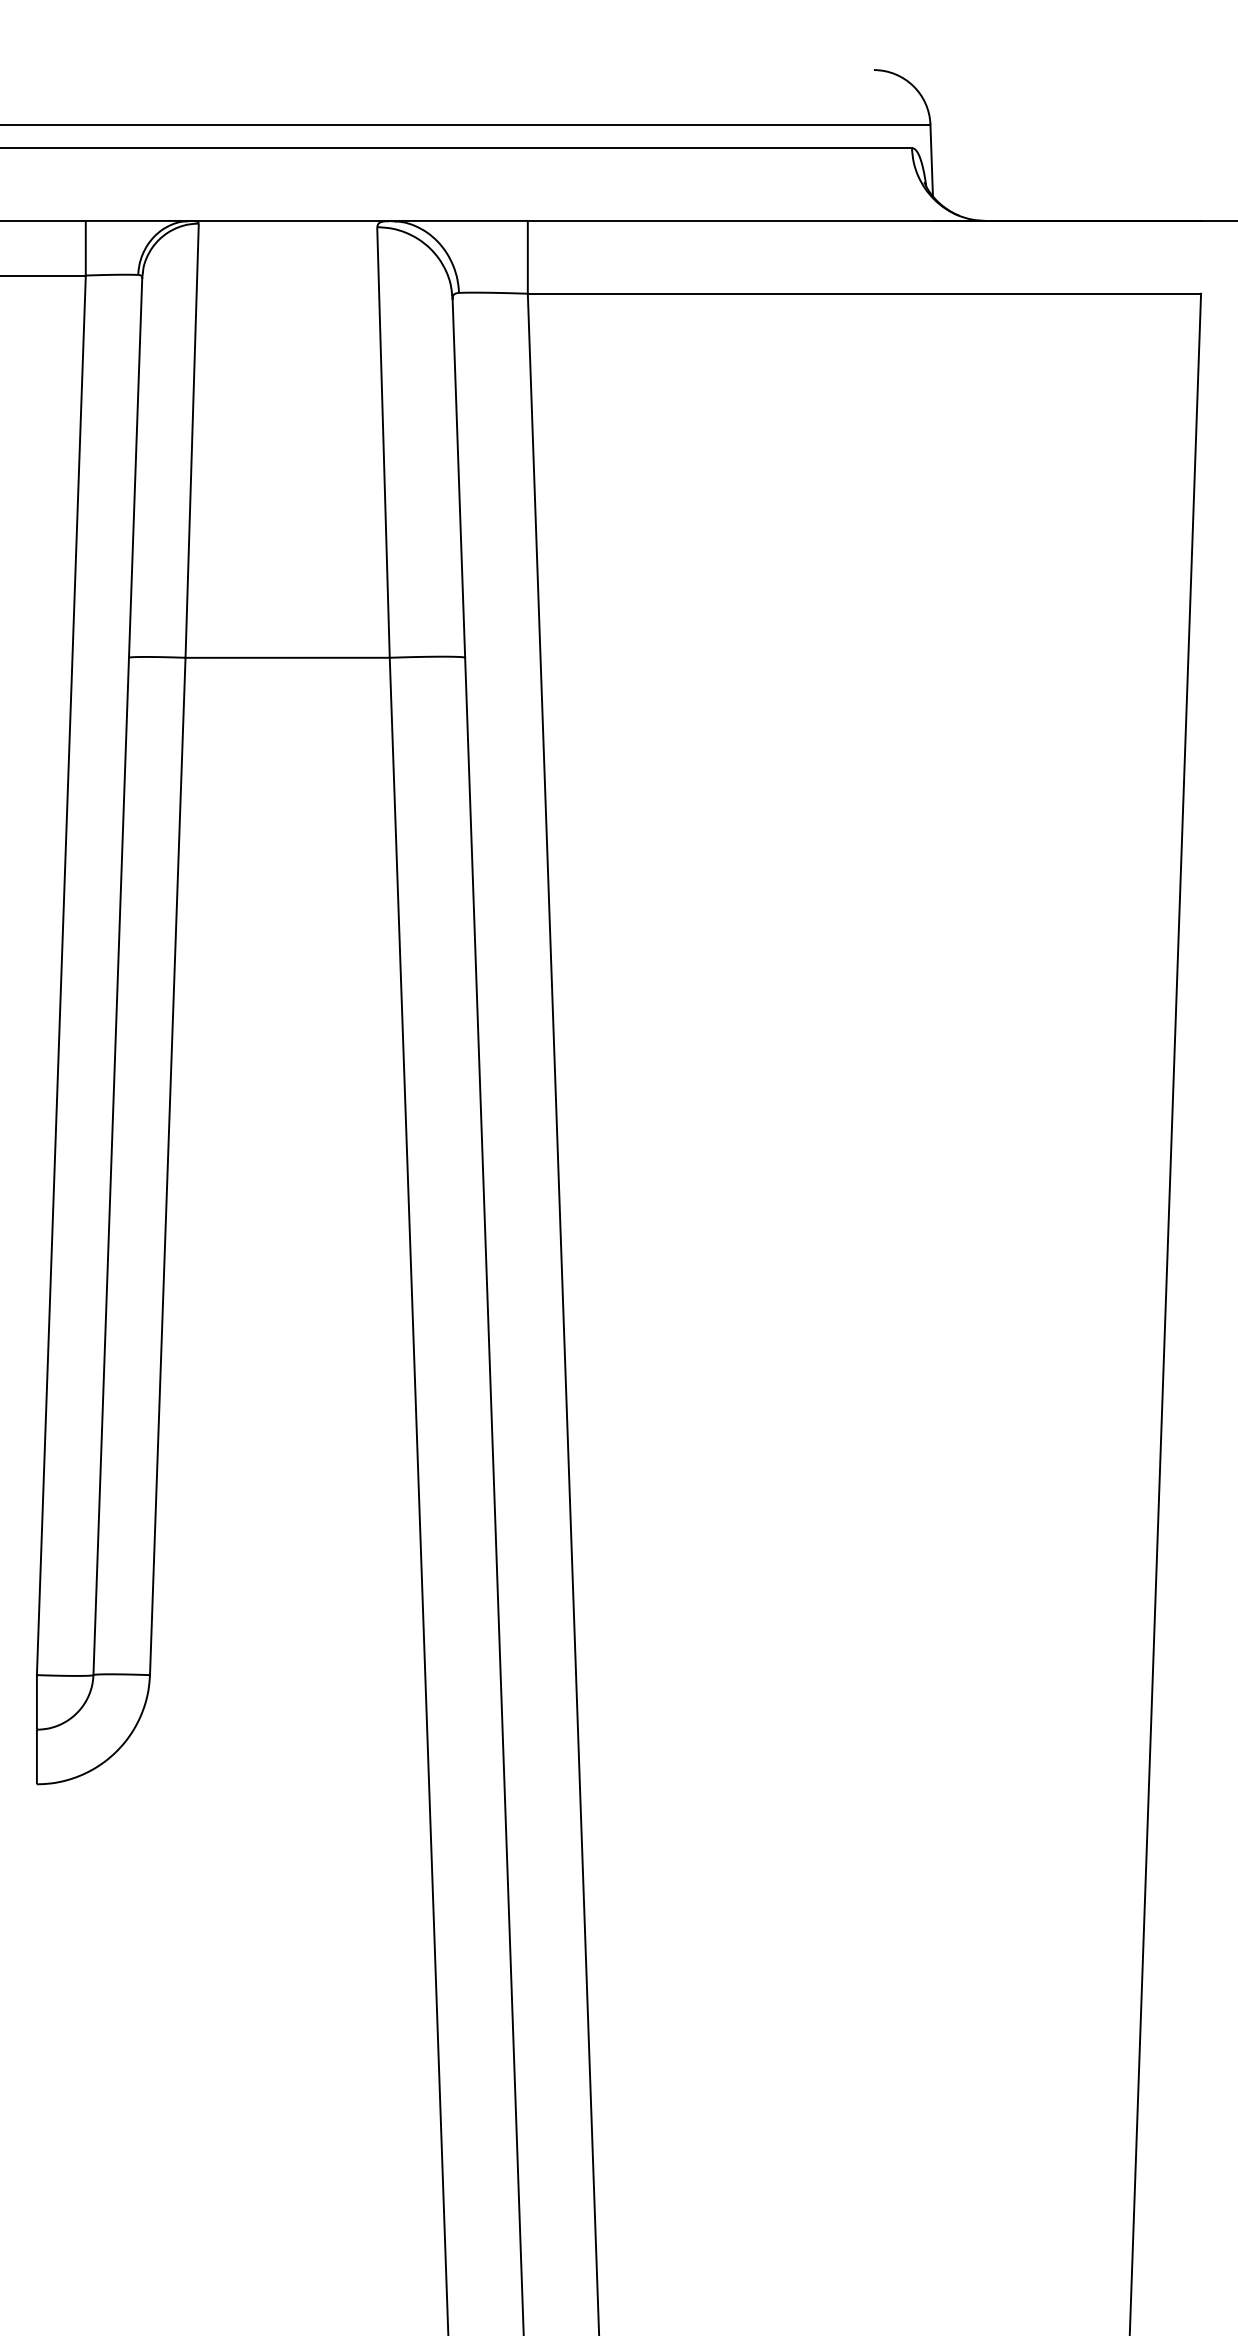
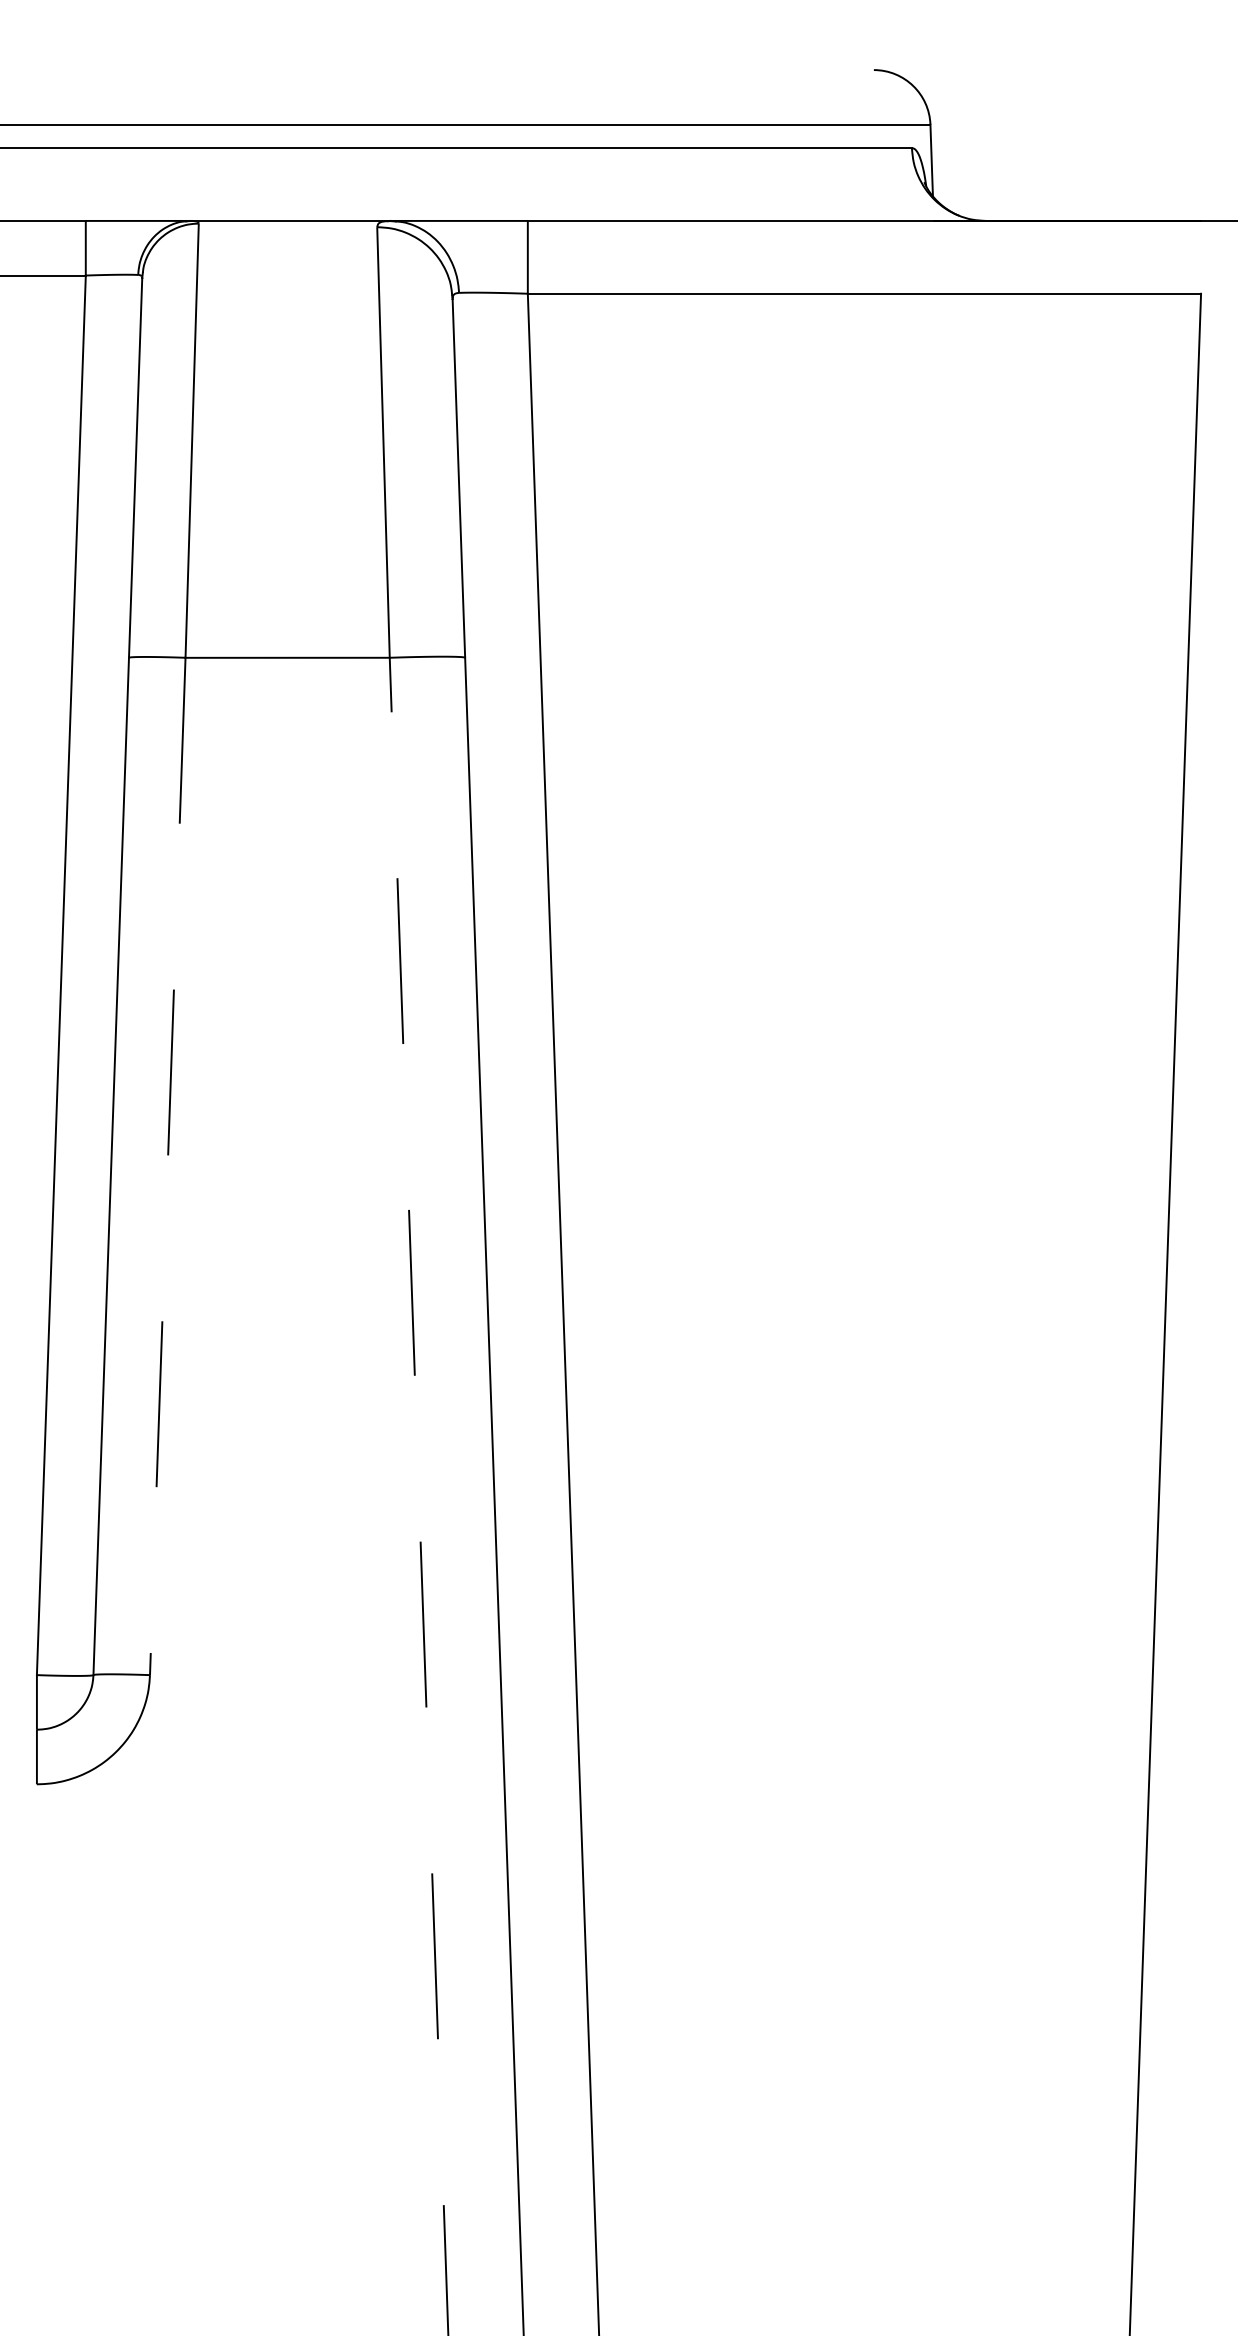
line at (167, 1166): solid -> dashed
line at (419, 1495): solid -> dashed
